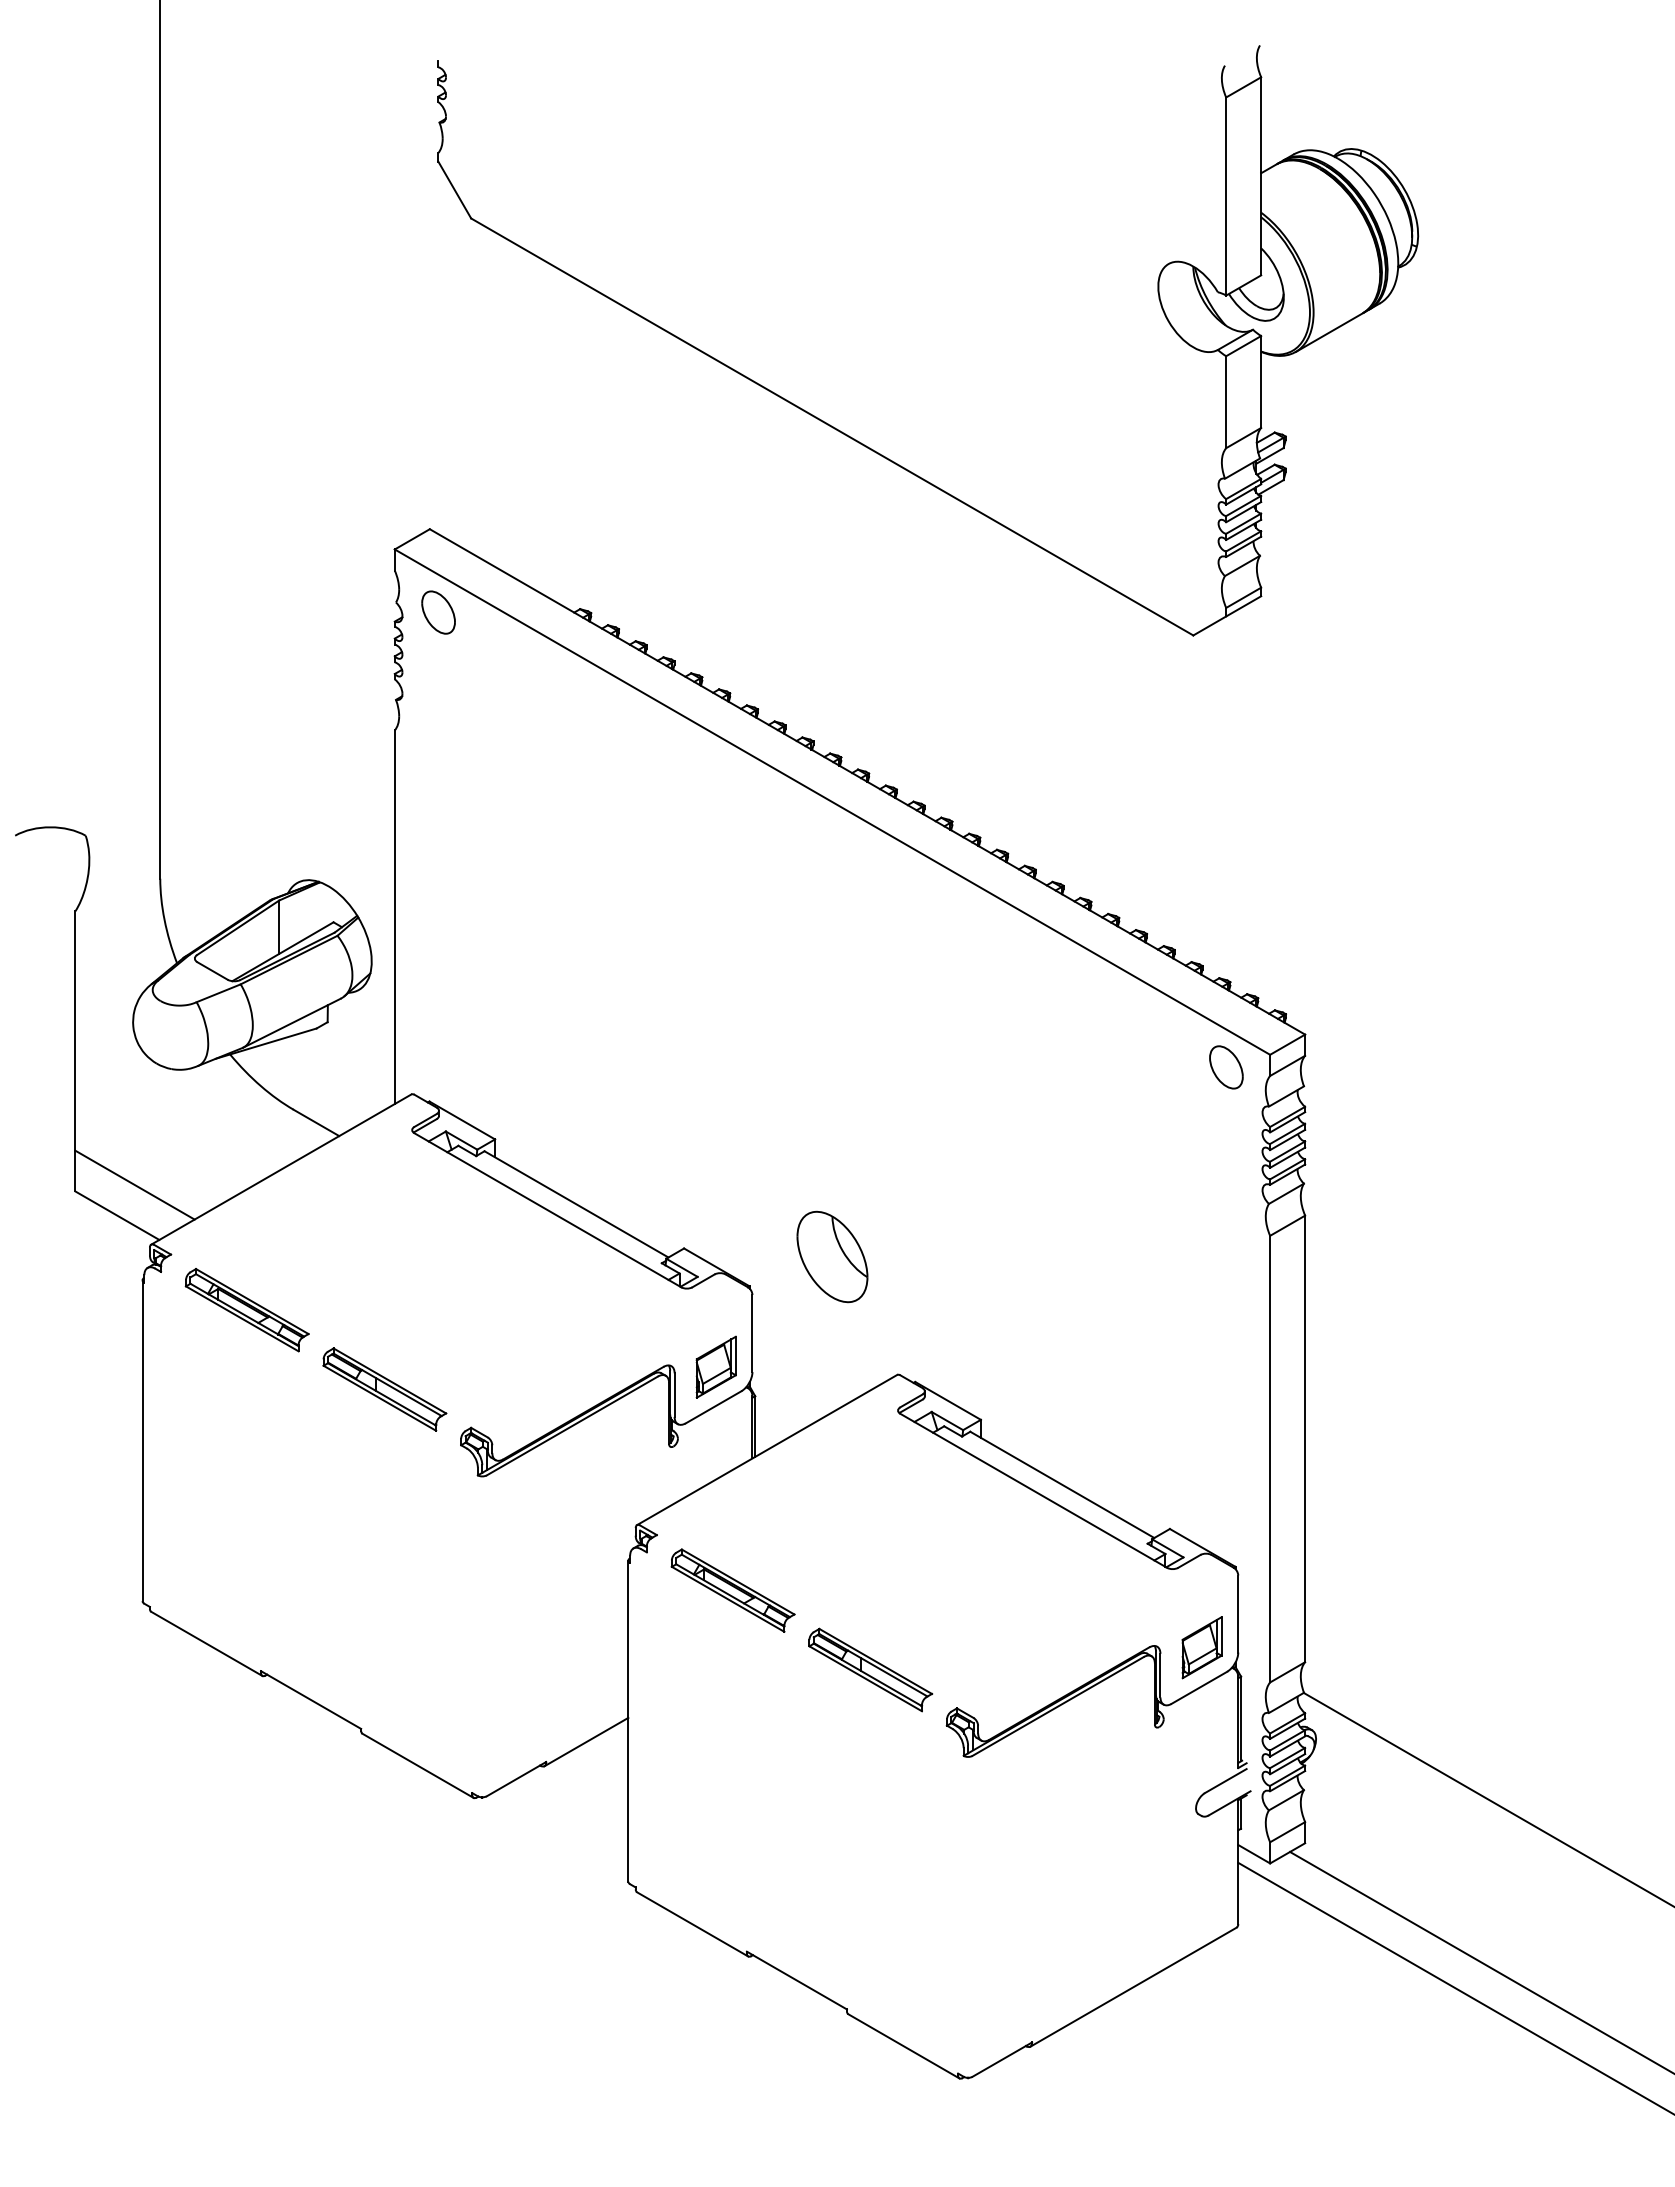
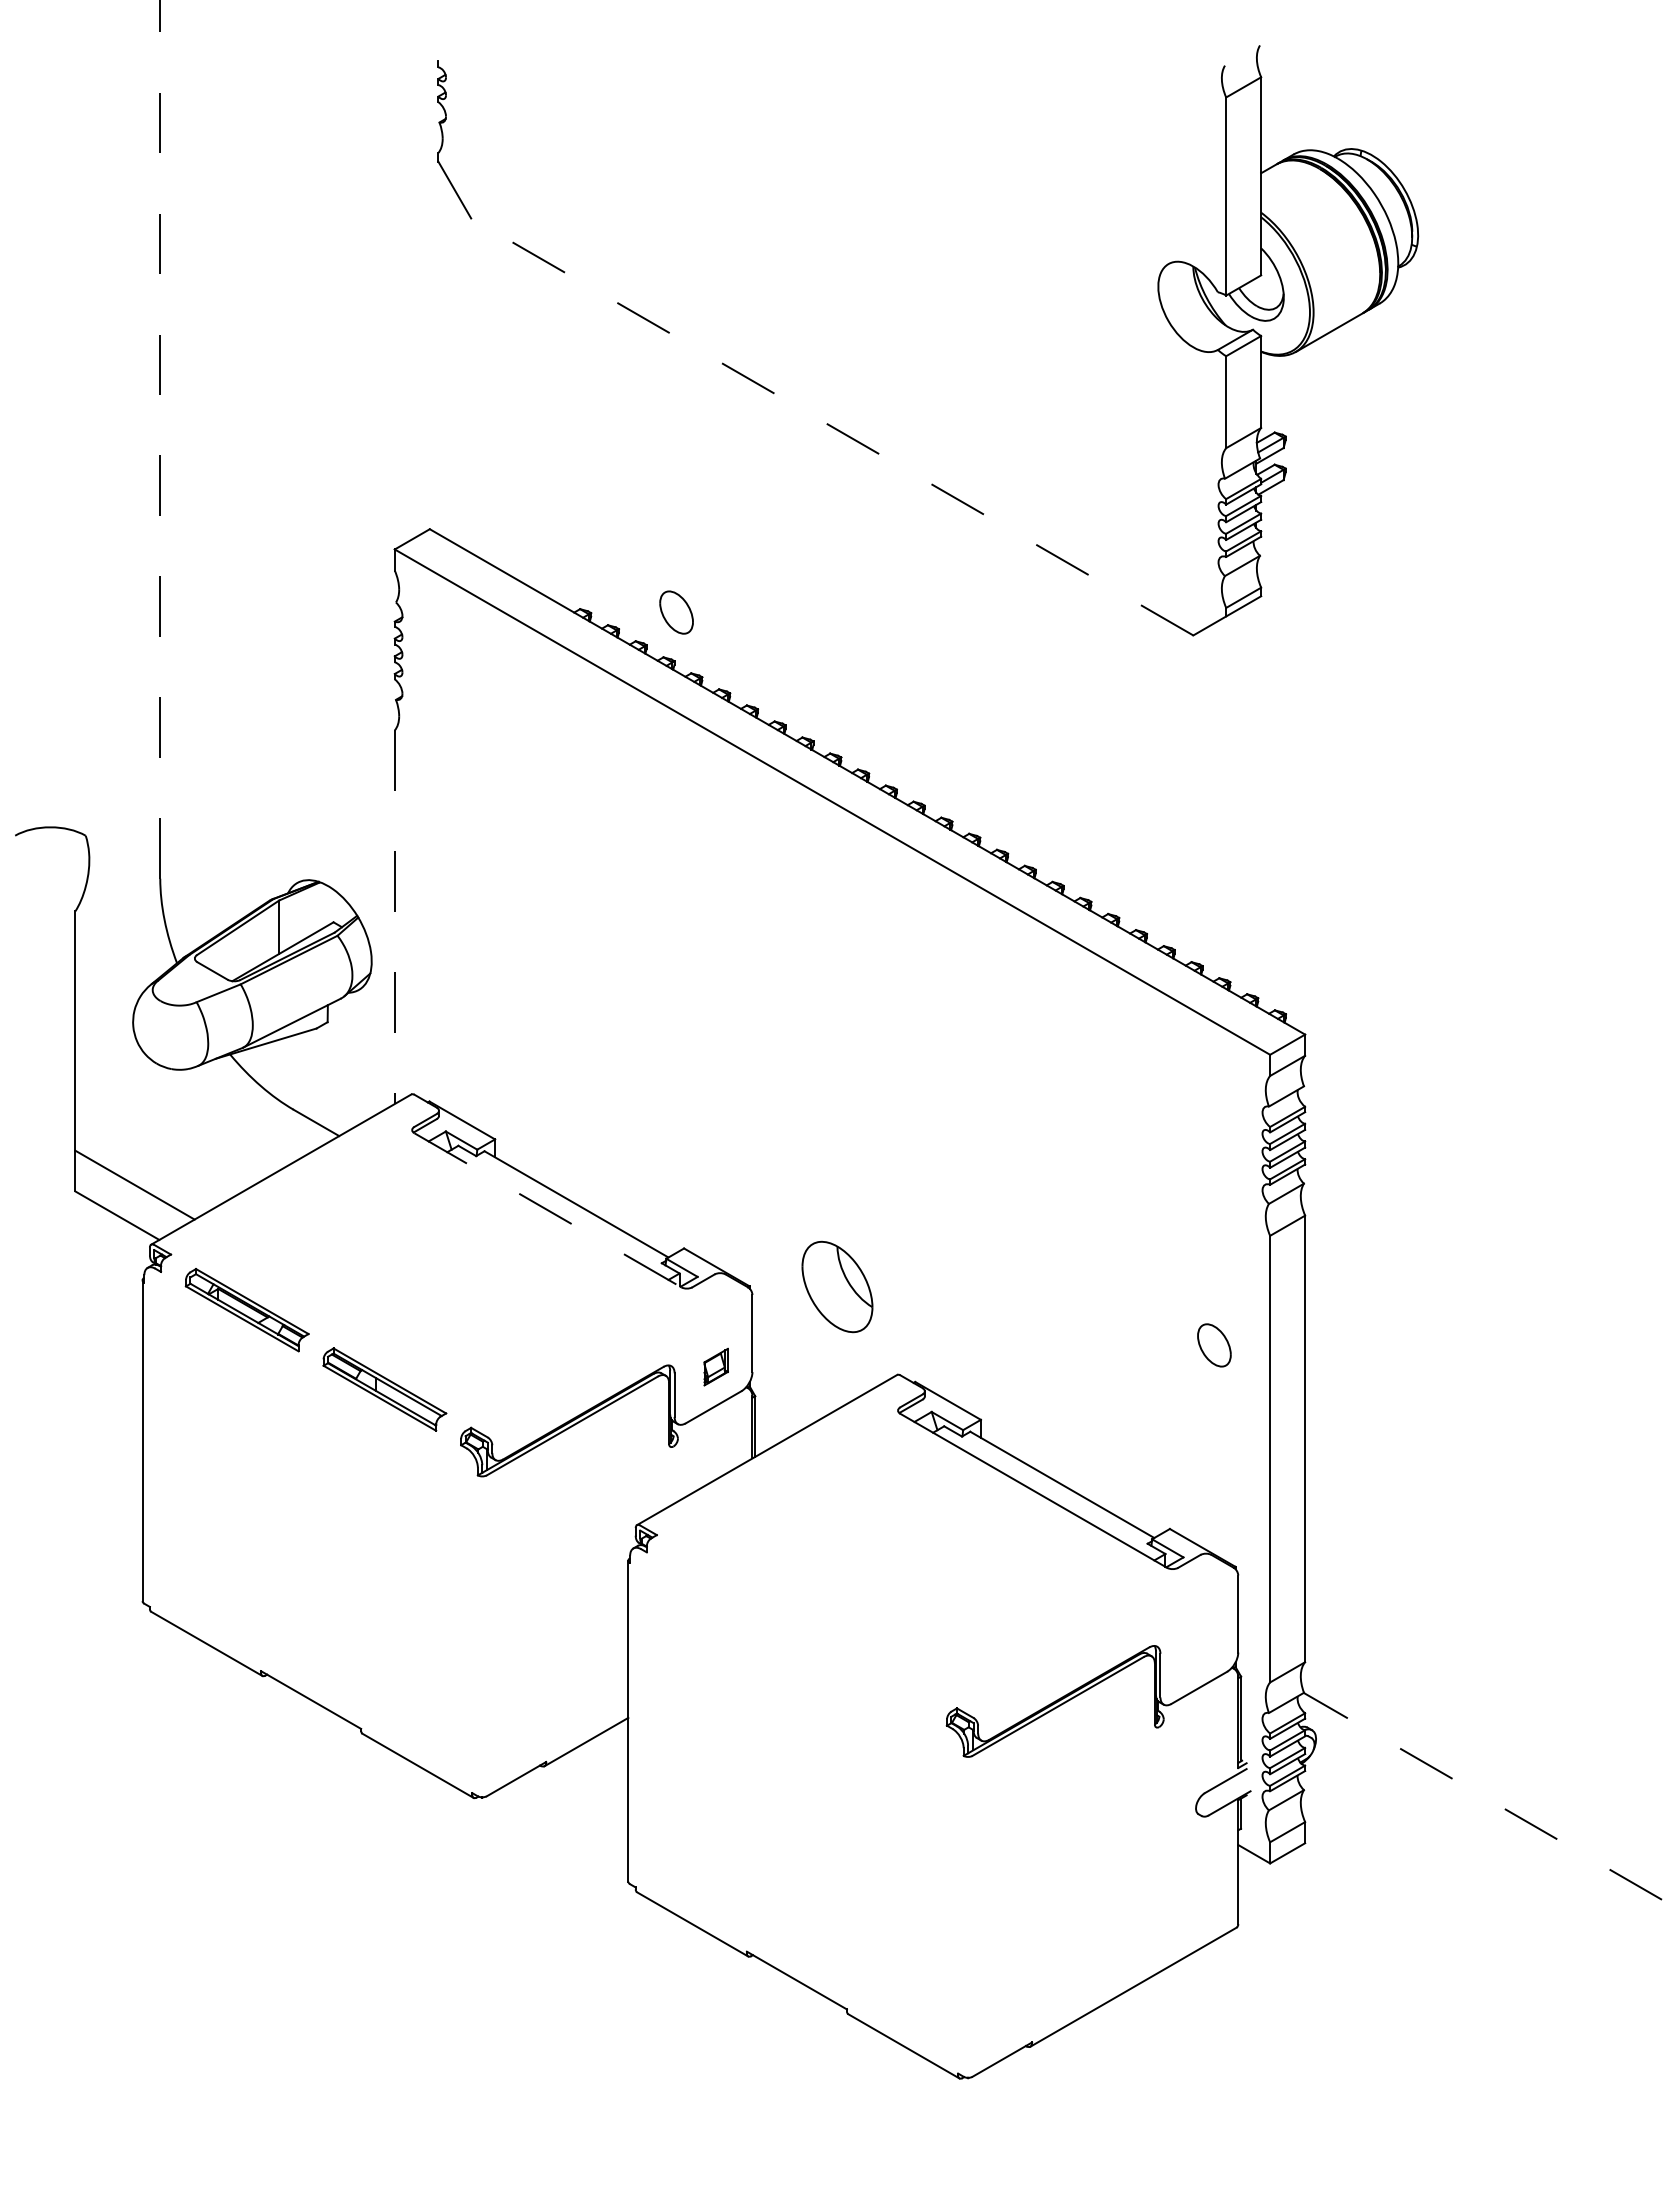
line at (832, 426): solid -> dashed
line at (160, 439): solid -> dashed
part at (438, 612) position: (438, 612) -> (676, 612)
line at (394, 917): solid -> dashed
part at (1226, 1067) position: (1226, 1067) -> (1214, 1345)
line at (548, 1210): solid -> dashed
part at (832, 1256) position: (832, 1256) -> (837, 1286)
part at (715, 1366) size: 42x64 px -> 26x40 px
part at (732, 1590): present -> none
part at (1201, 1647): present -> none
part at (870, 1669): present -> none
line at (1488, 1799): solid -> dashed
line at (1480, 1961): present -> none
line at (1454, 1987): present -> none
